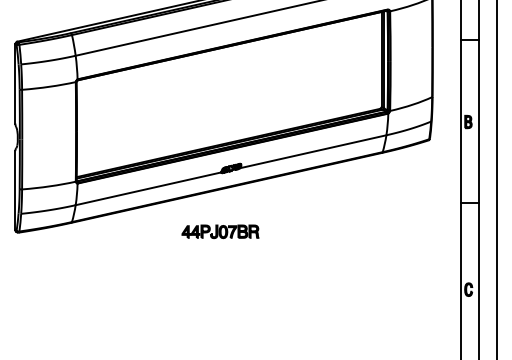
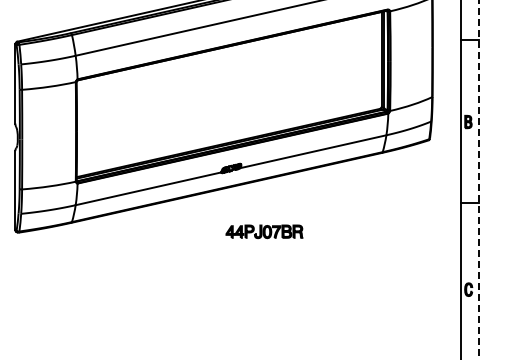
line at (478, 179): solid -> dashed
line at (496, 179): present -> none
part at (220, 231) position: (220, 231) -> (264, 231)
